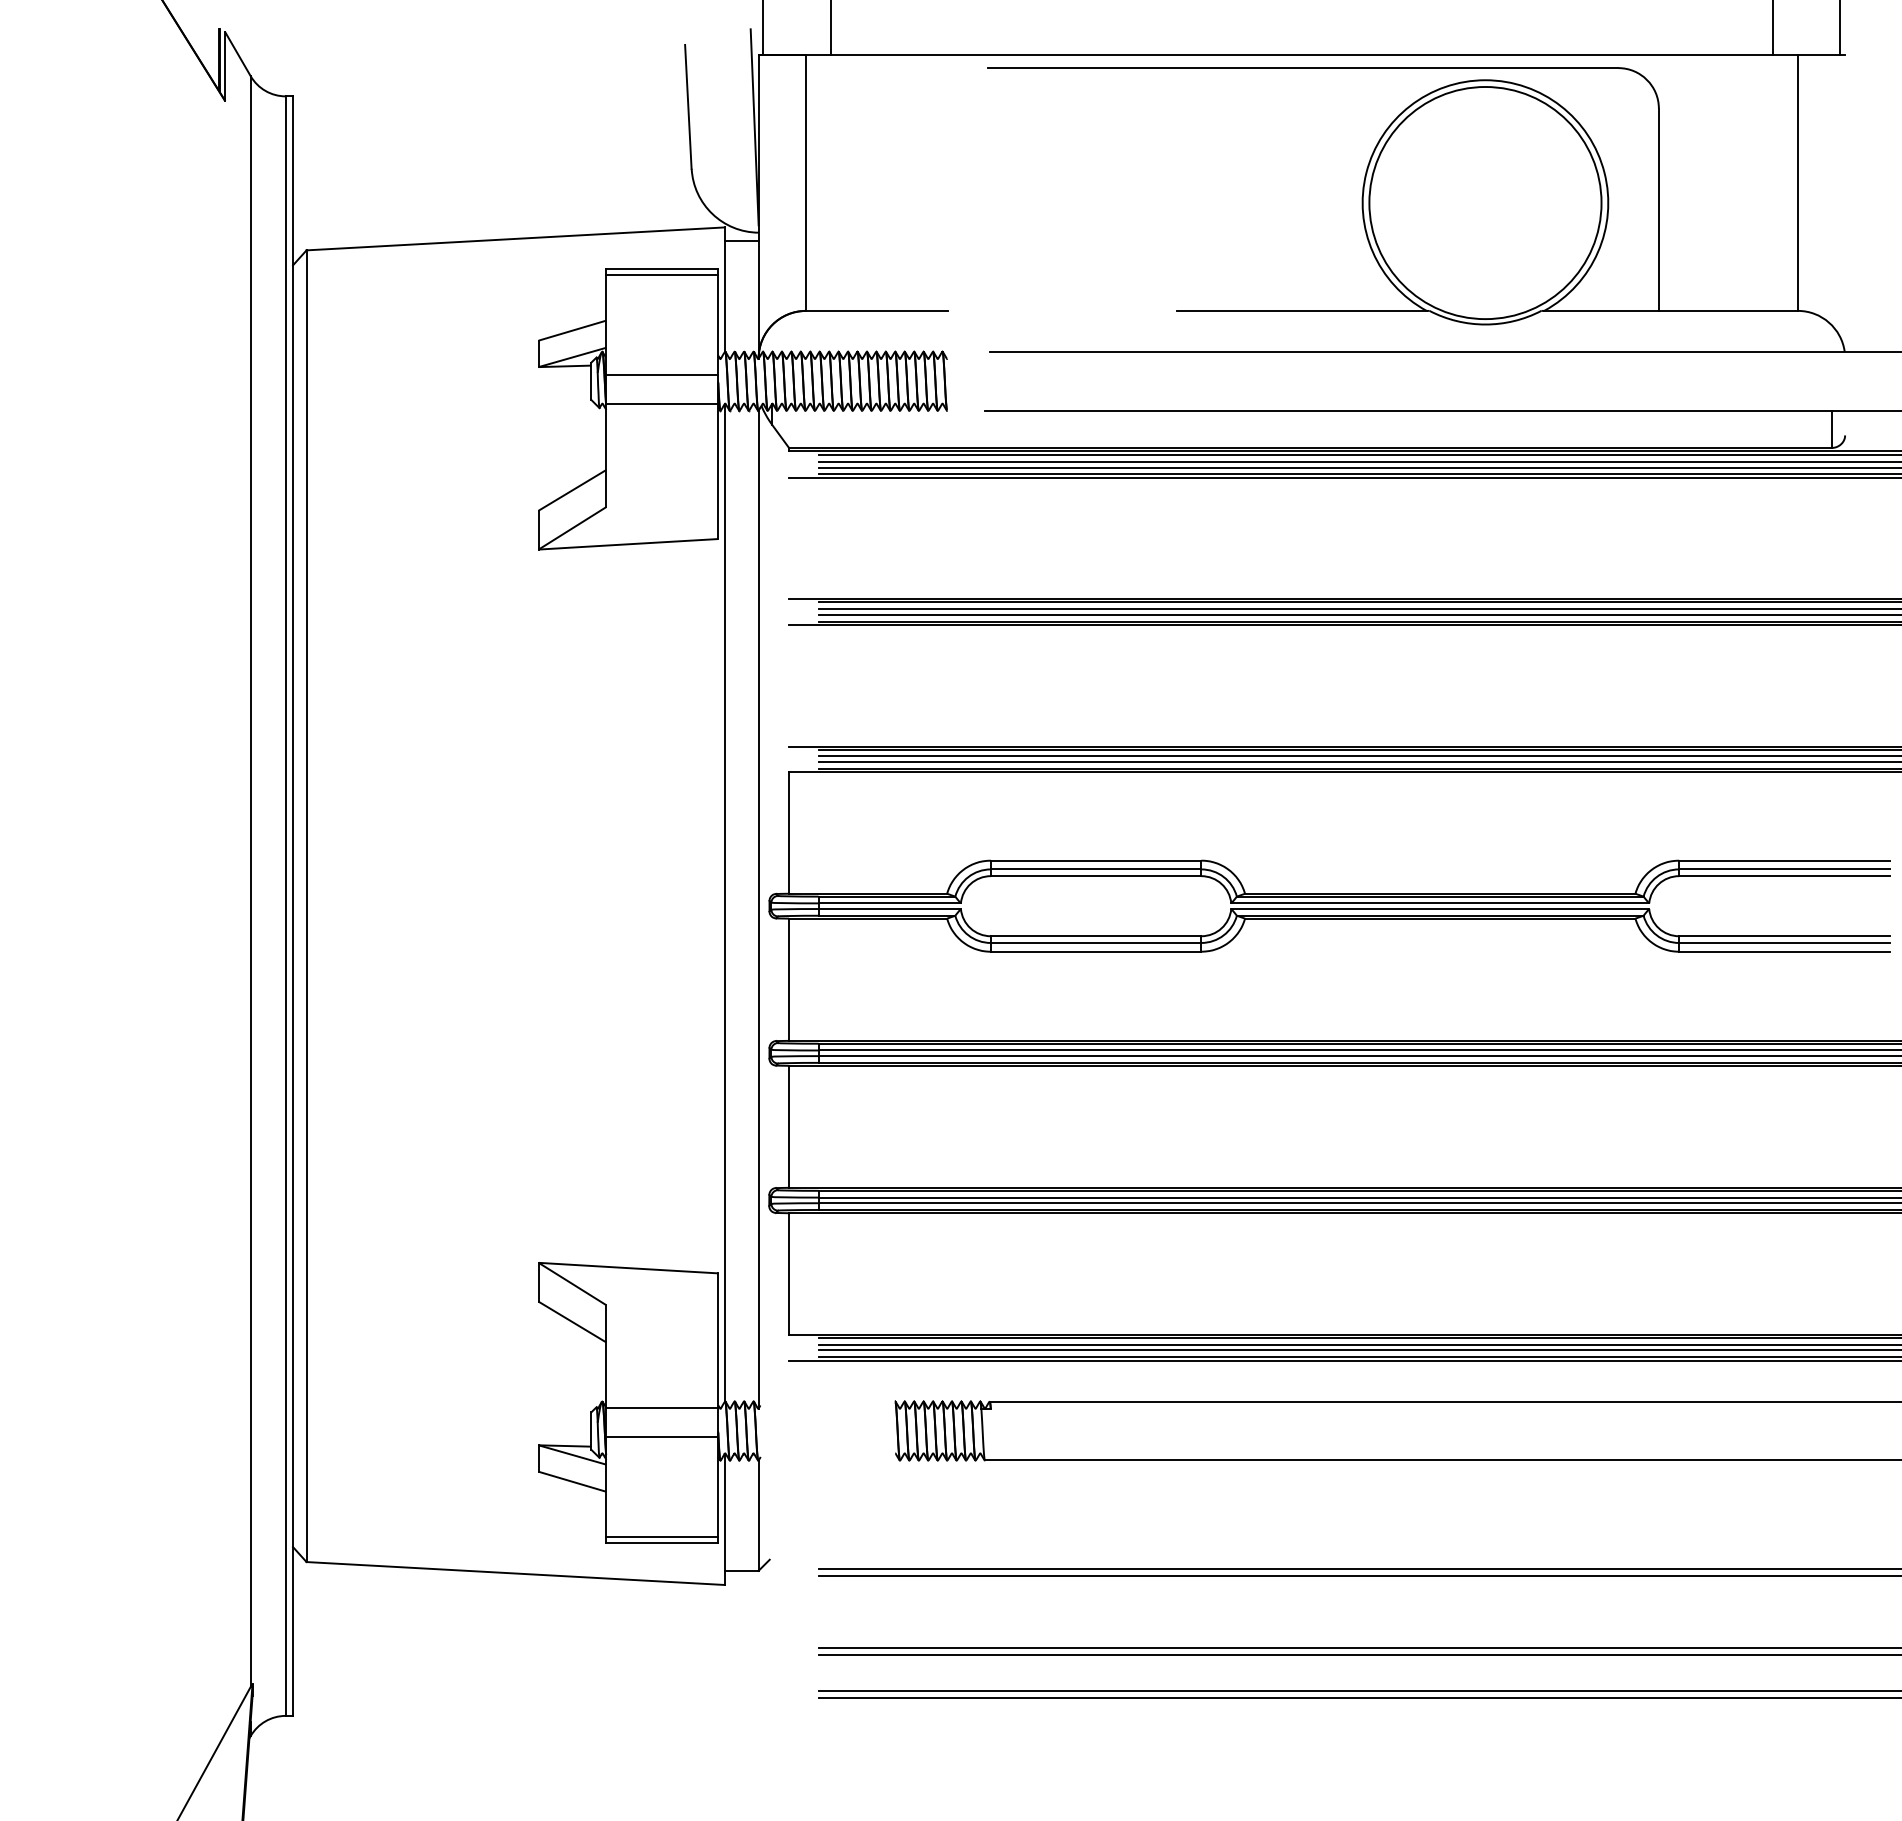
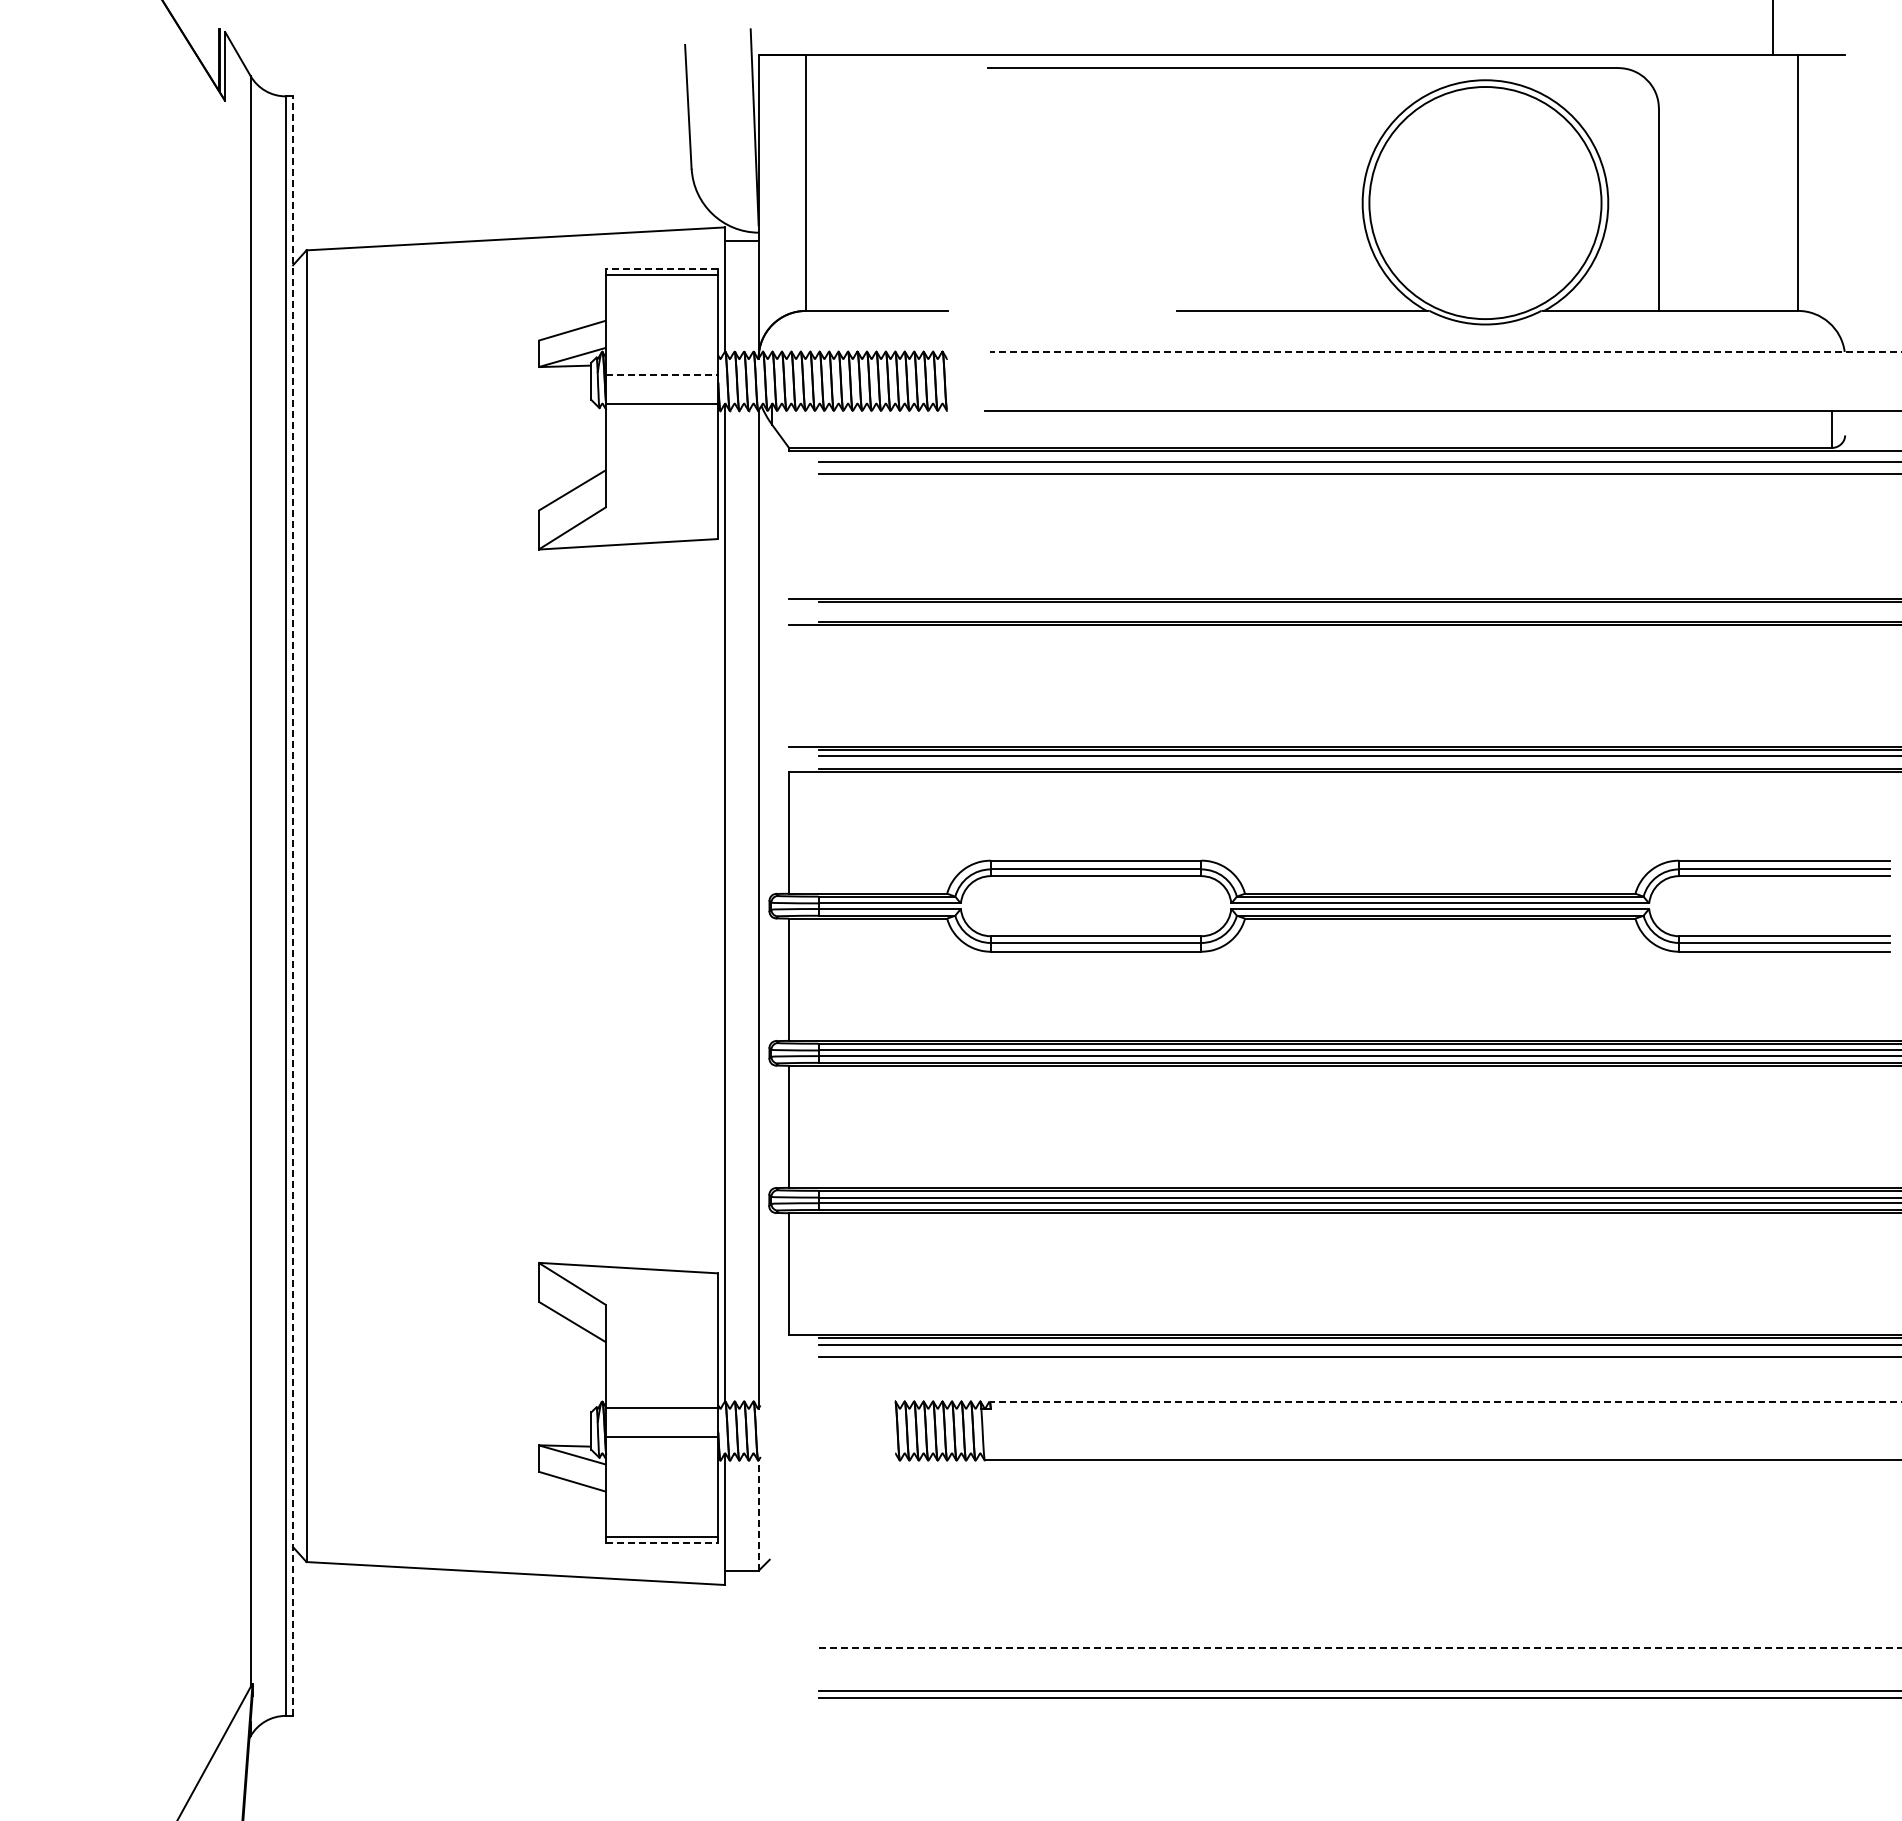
line at (763, 28): present -> none
line at (830, 28): present -> none
line at (1840, 28): present -> none
line at (661, 269): solid -> dashed
line at (1445, 351): solid -> dashed
line at (662, 374): solid -> dashed
line at (1358, 455): present -> none
line at (1358, 467): present -> none
line at (1343, 477): present -> none
line at (1358, 609): present -> none
line at (1358, 614): present -> none
line at (1358, 761): present -> none
line at (293, 906): solid -> dashed
line at (1358, 1350): present -> none
line at (1343, 1360): present -> none
line at (1445, 1401): solid -> dashed
line at (758, 1515): solid -> dashed
line at (662, 1543): solid -> dashed
line at (1358, 1568): present -> none
line at (1358, 1575): present -> none
line at (1360, 1647): solid -> dashed
line at (1358, 1654): present -> none
